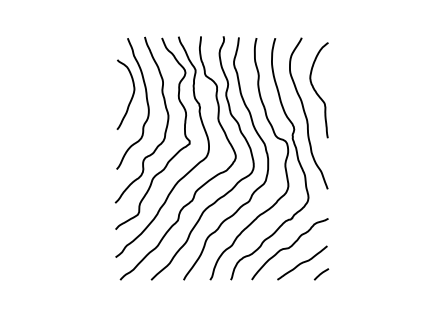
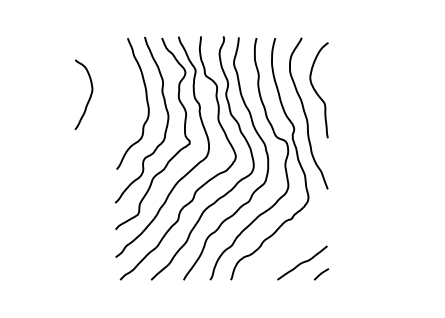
curve at (131, 96) position: (131, 96) -> (89, 96)
curve at (289, 248): present -> none
